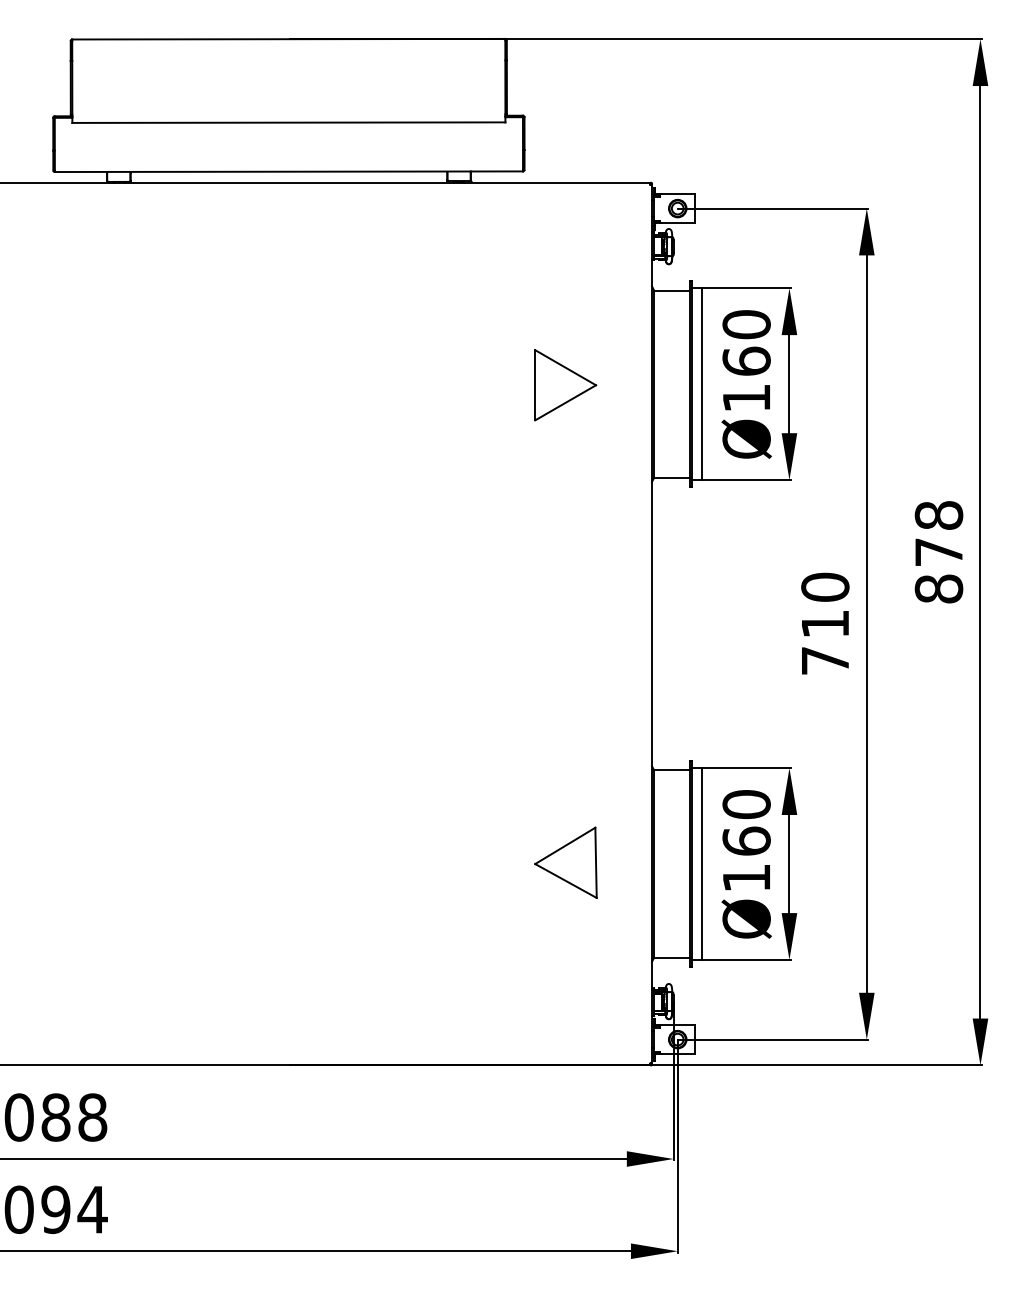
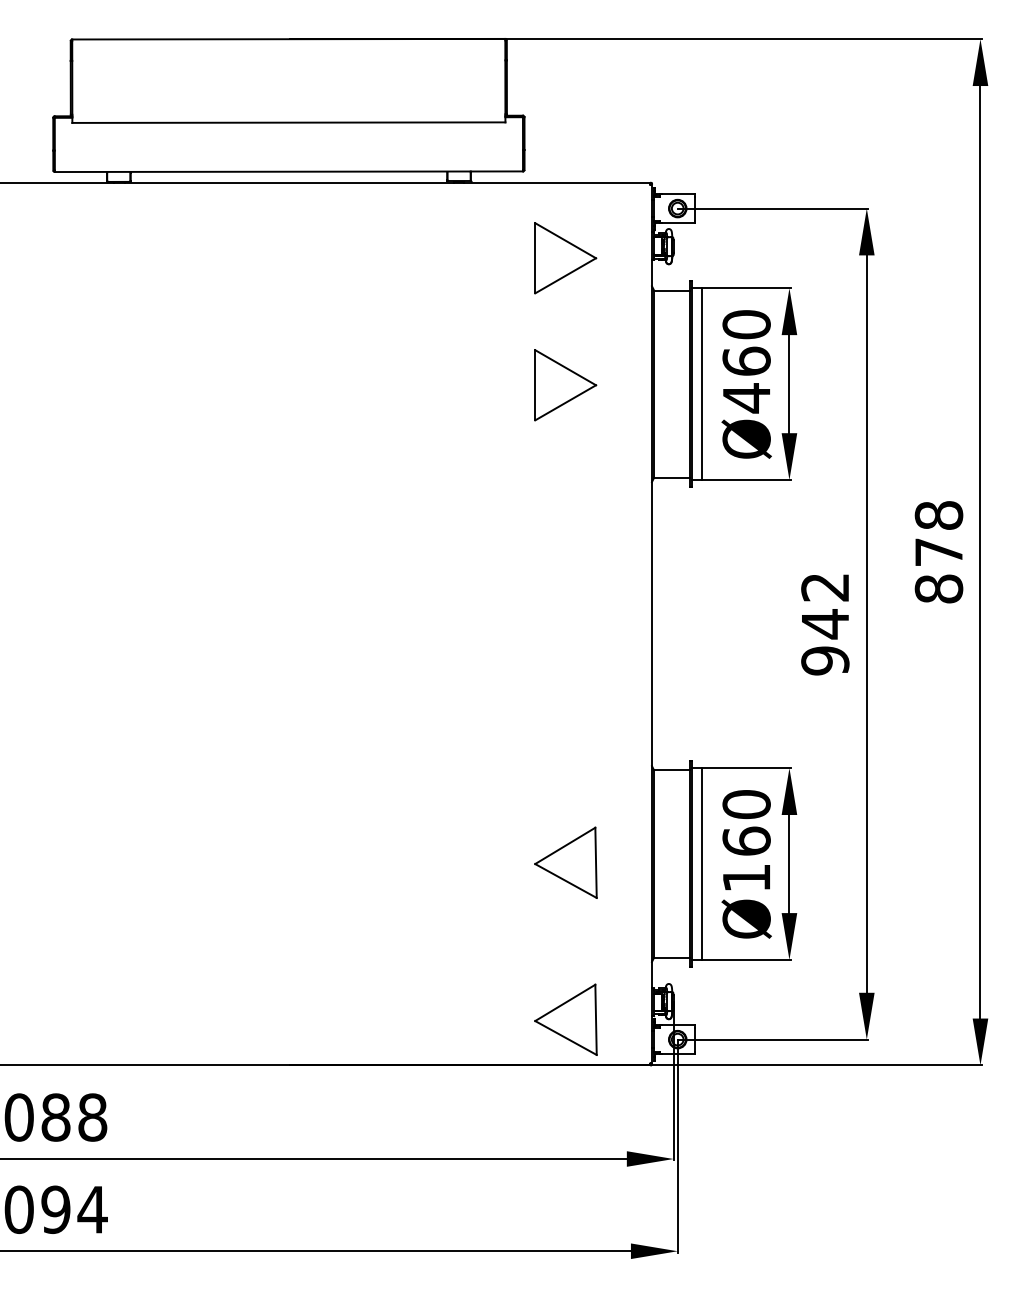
part at (565, 258): none -> present
text at (746, 398): Ø160 -> Ø460
text at (825, 623): 710 -> 942
part at (565, 1019): none -> present
